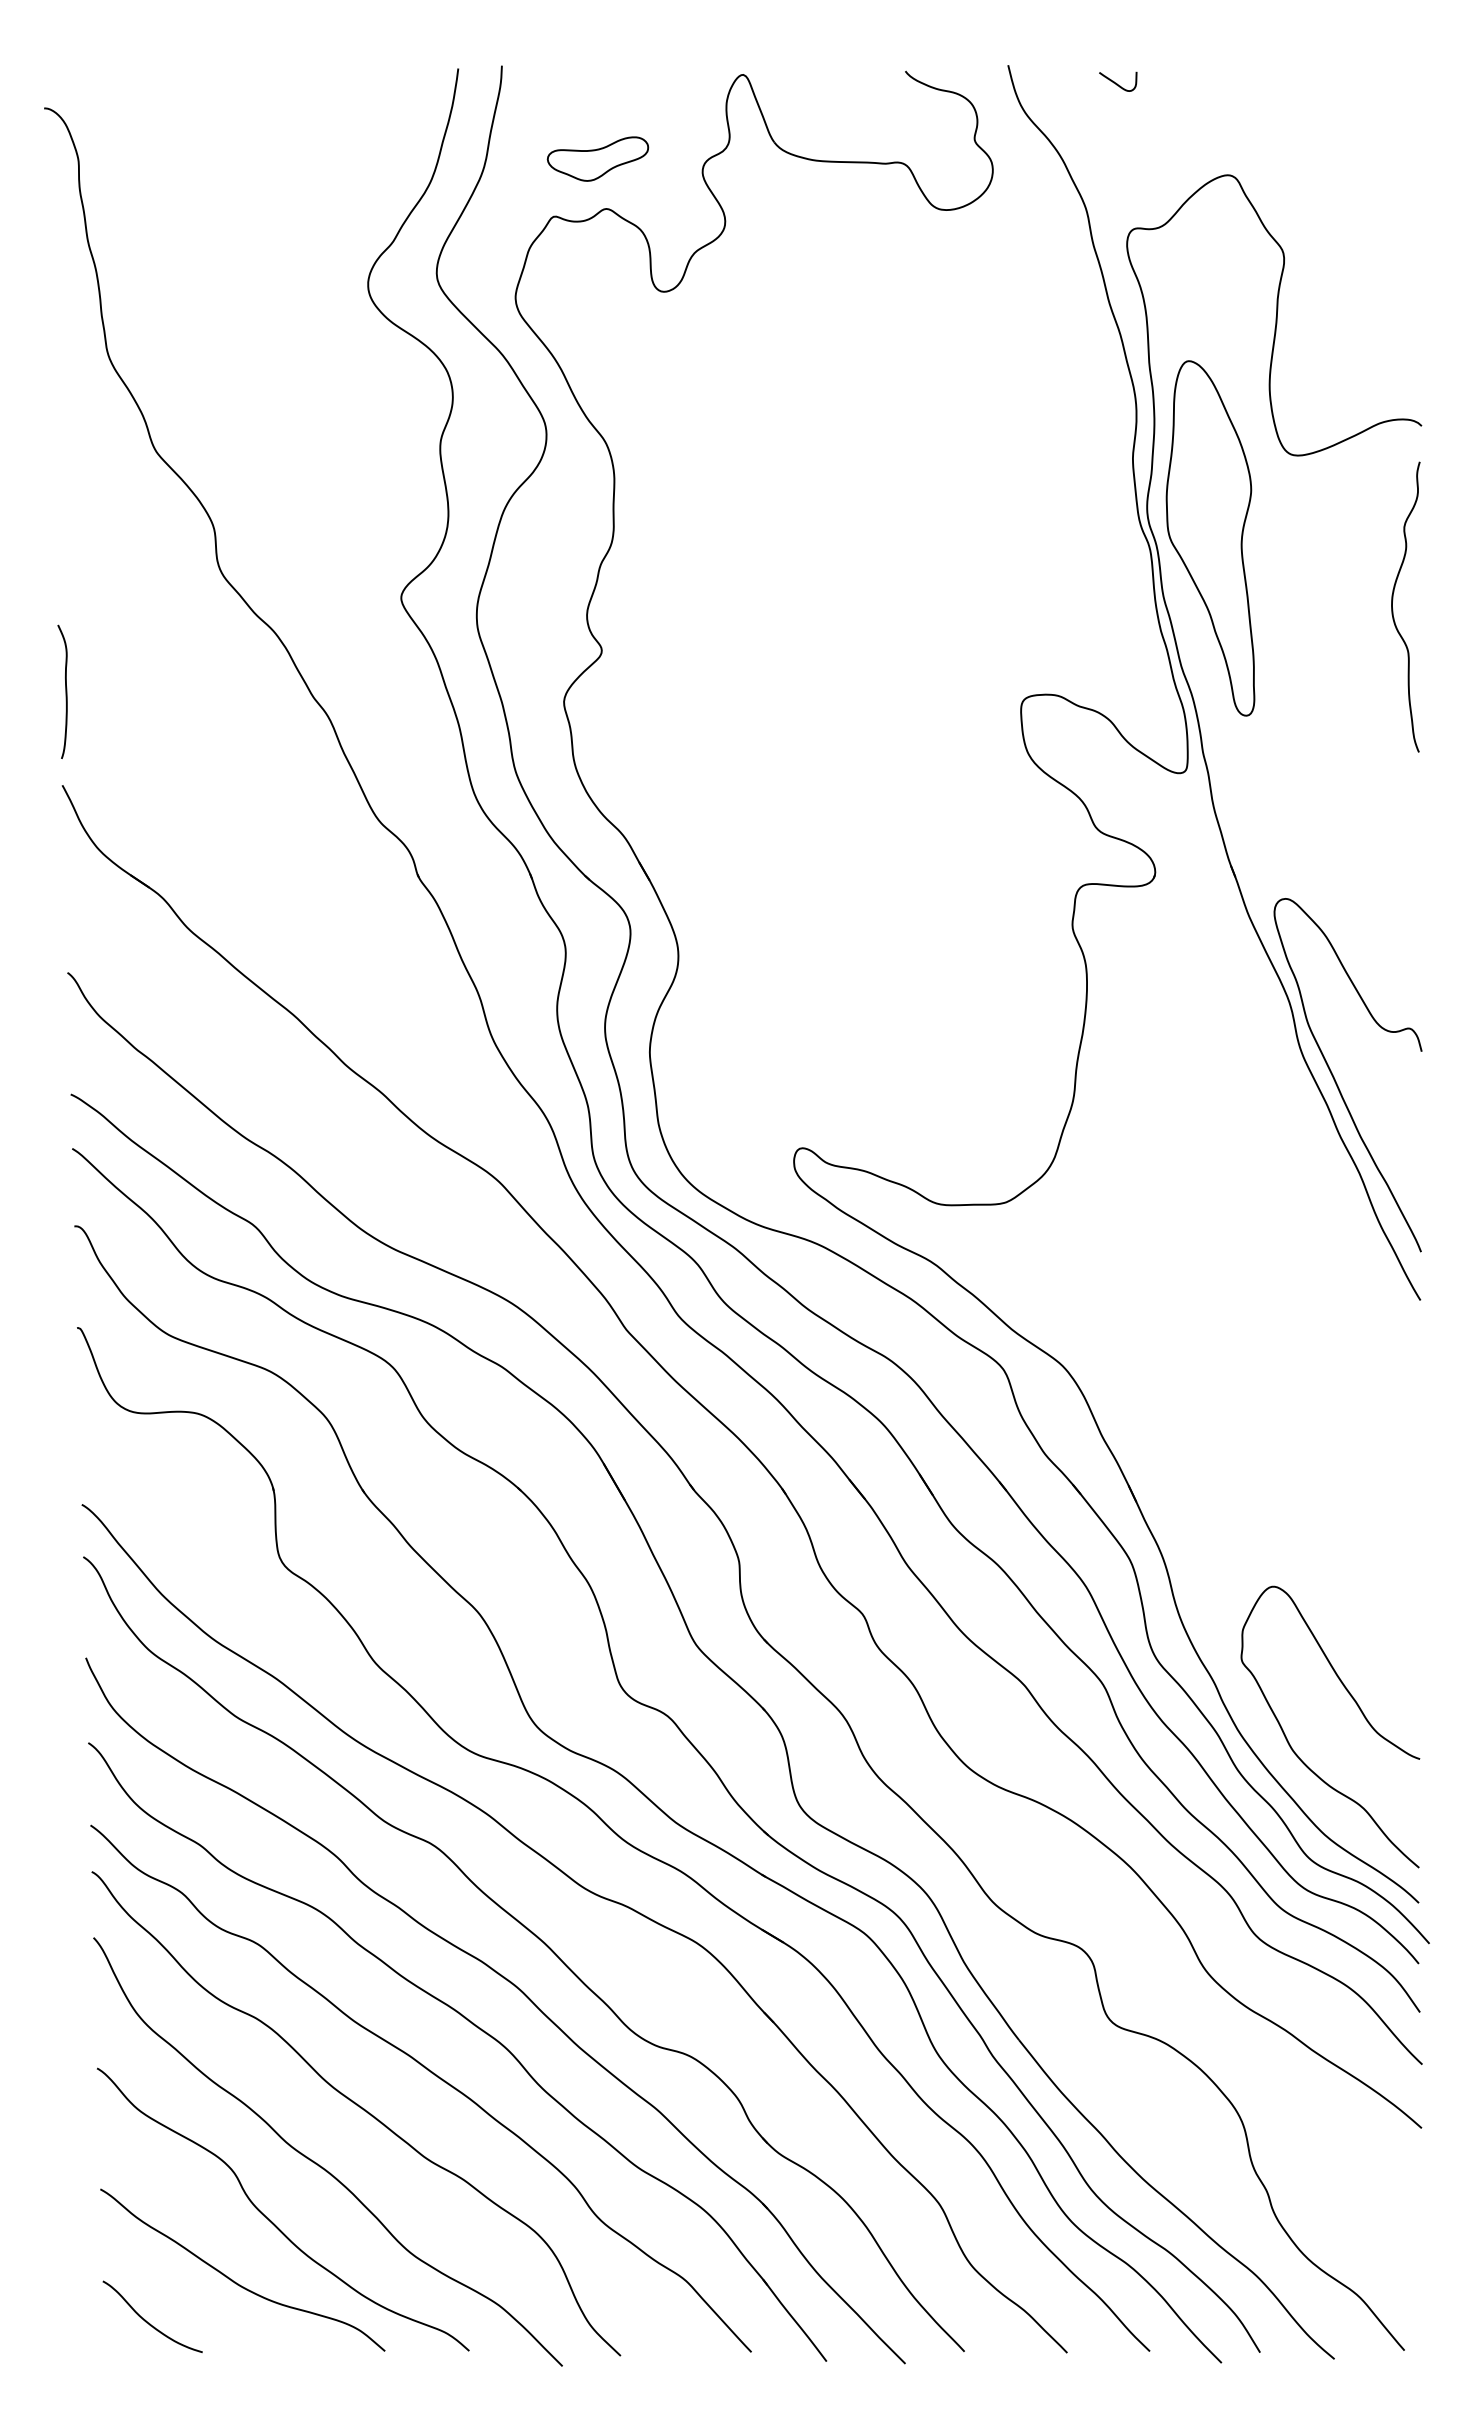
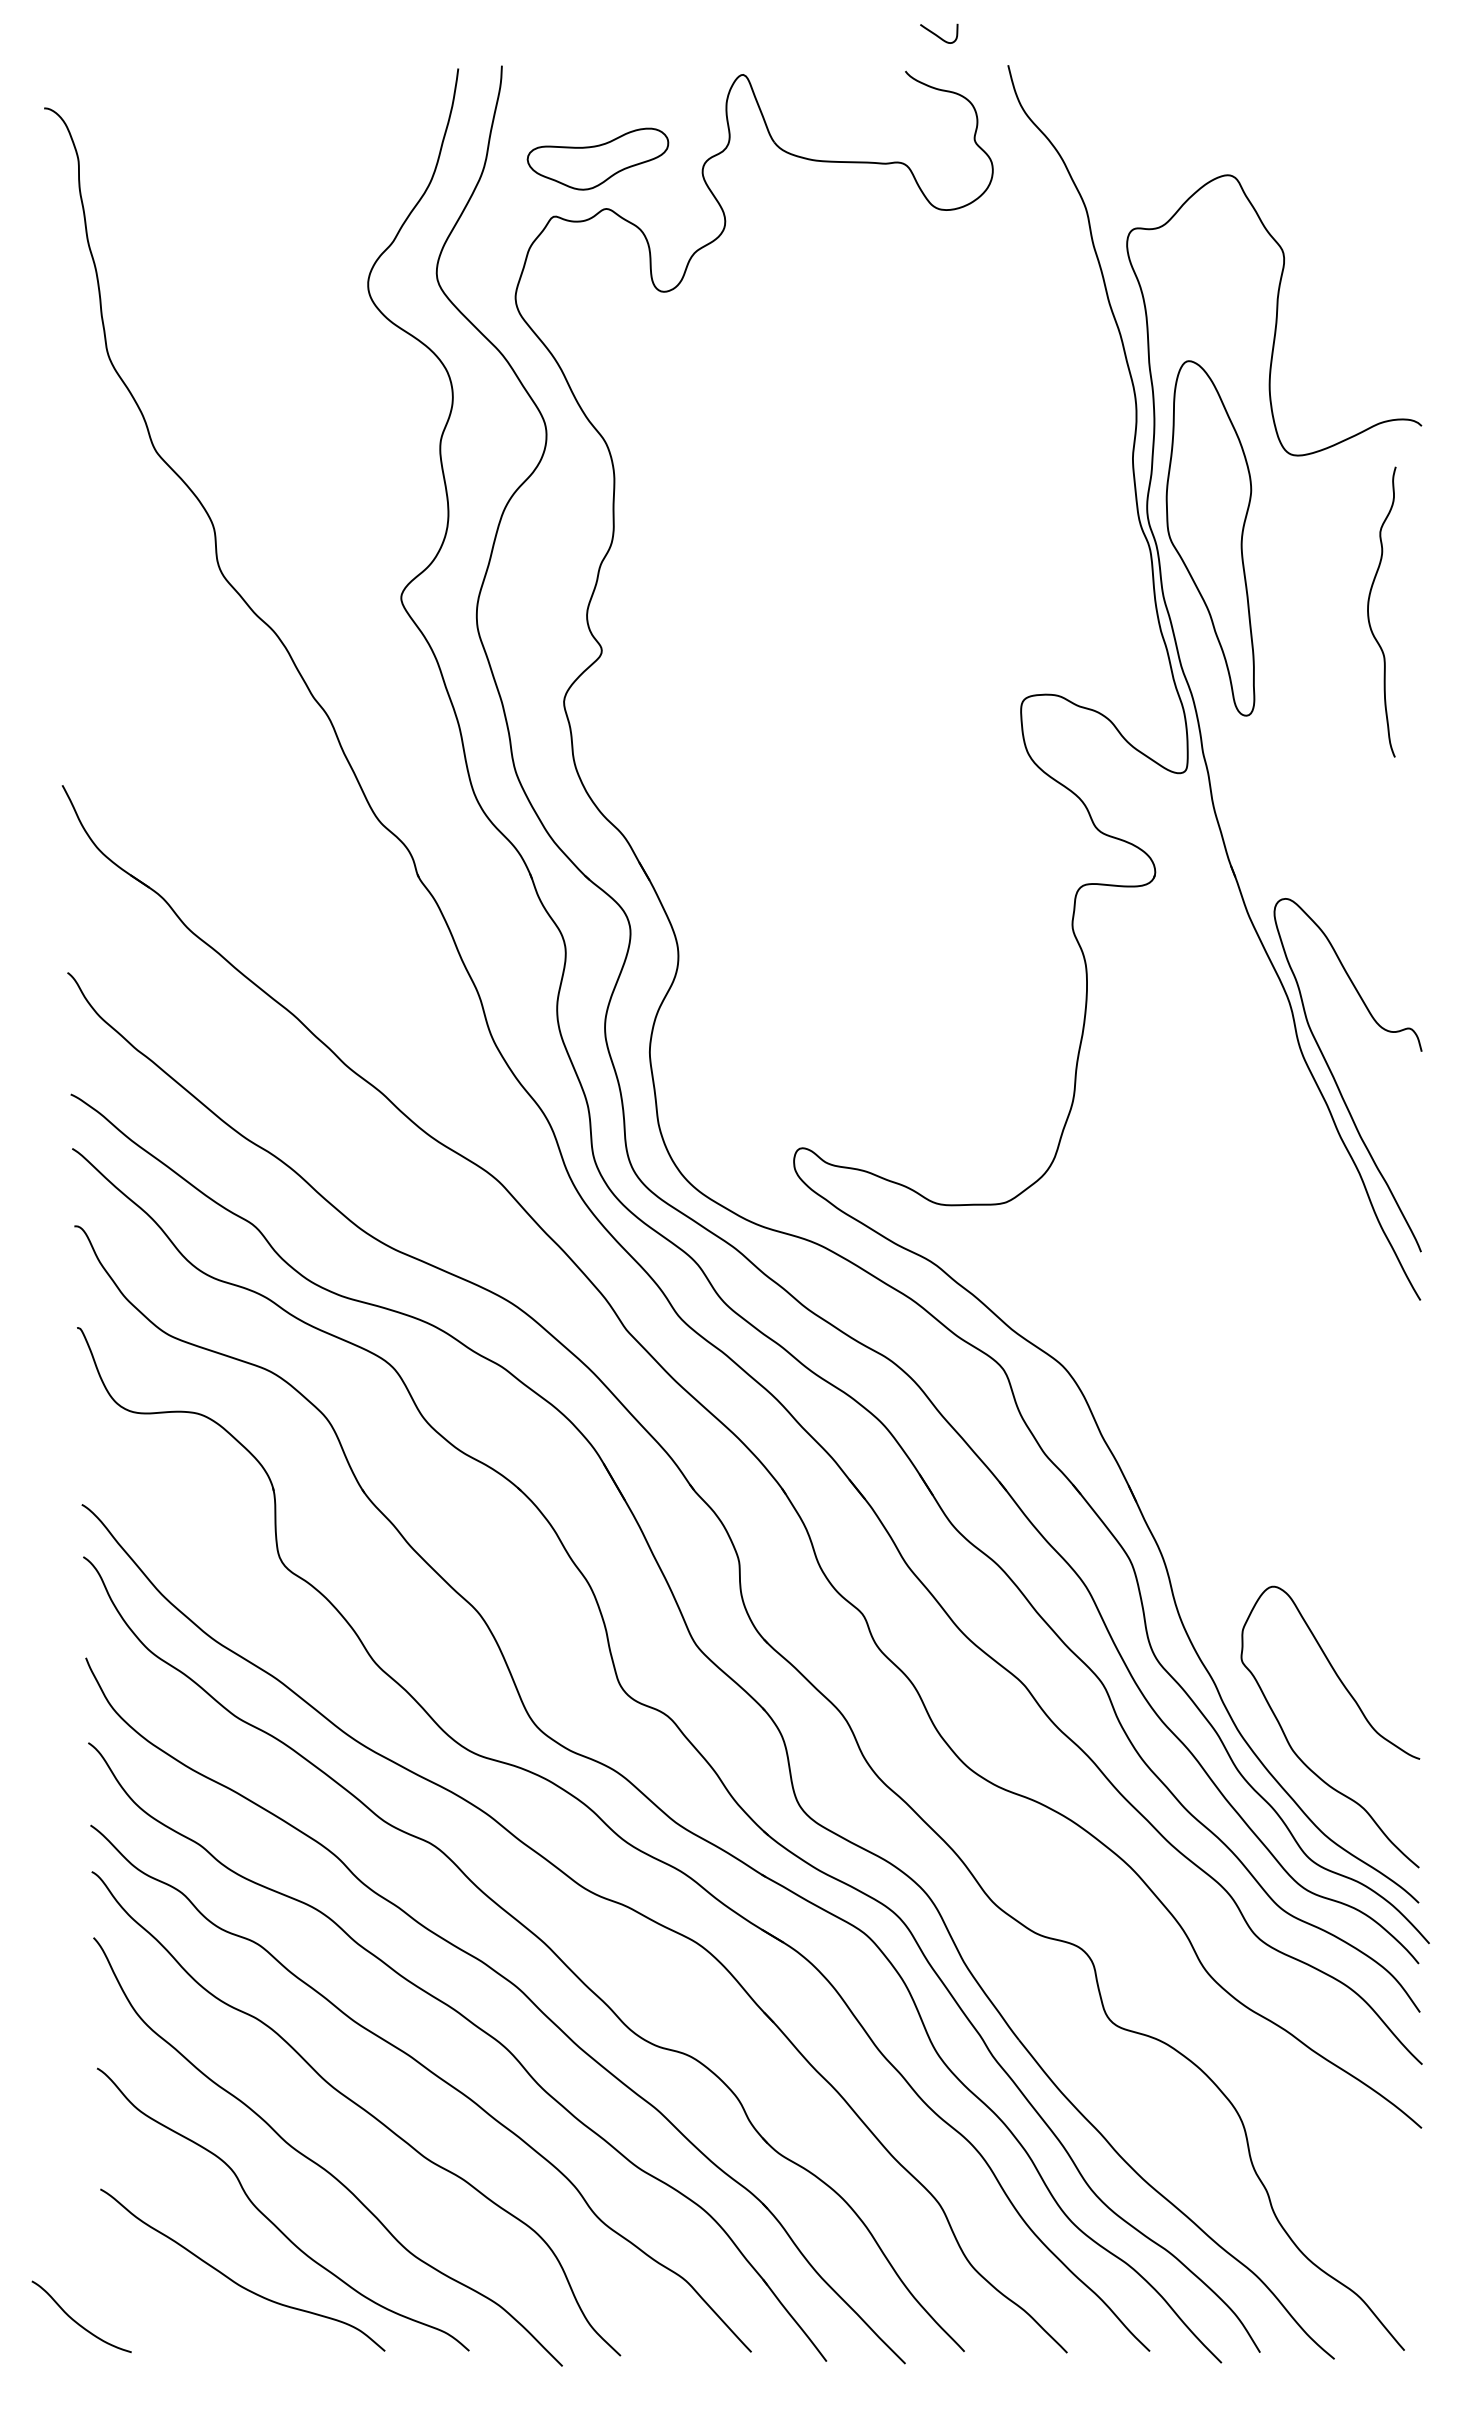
curve at (1116, 82) position: (1116, 82) -> (937, 34)
part at (597, 158) size: 104x46 px -> 144x64 px
curve at (1393, 609) position: (1393, 609) -> (1369, 614)
curve at (65, 691): present -> none
curve at (147, 2321) position: (147, 2321) -> (76, 2321)
